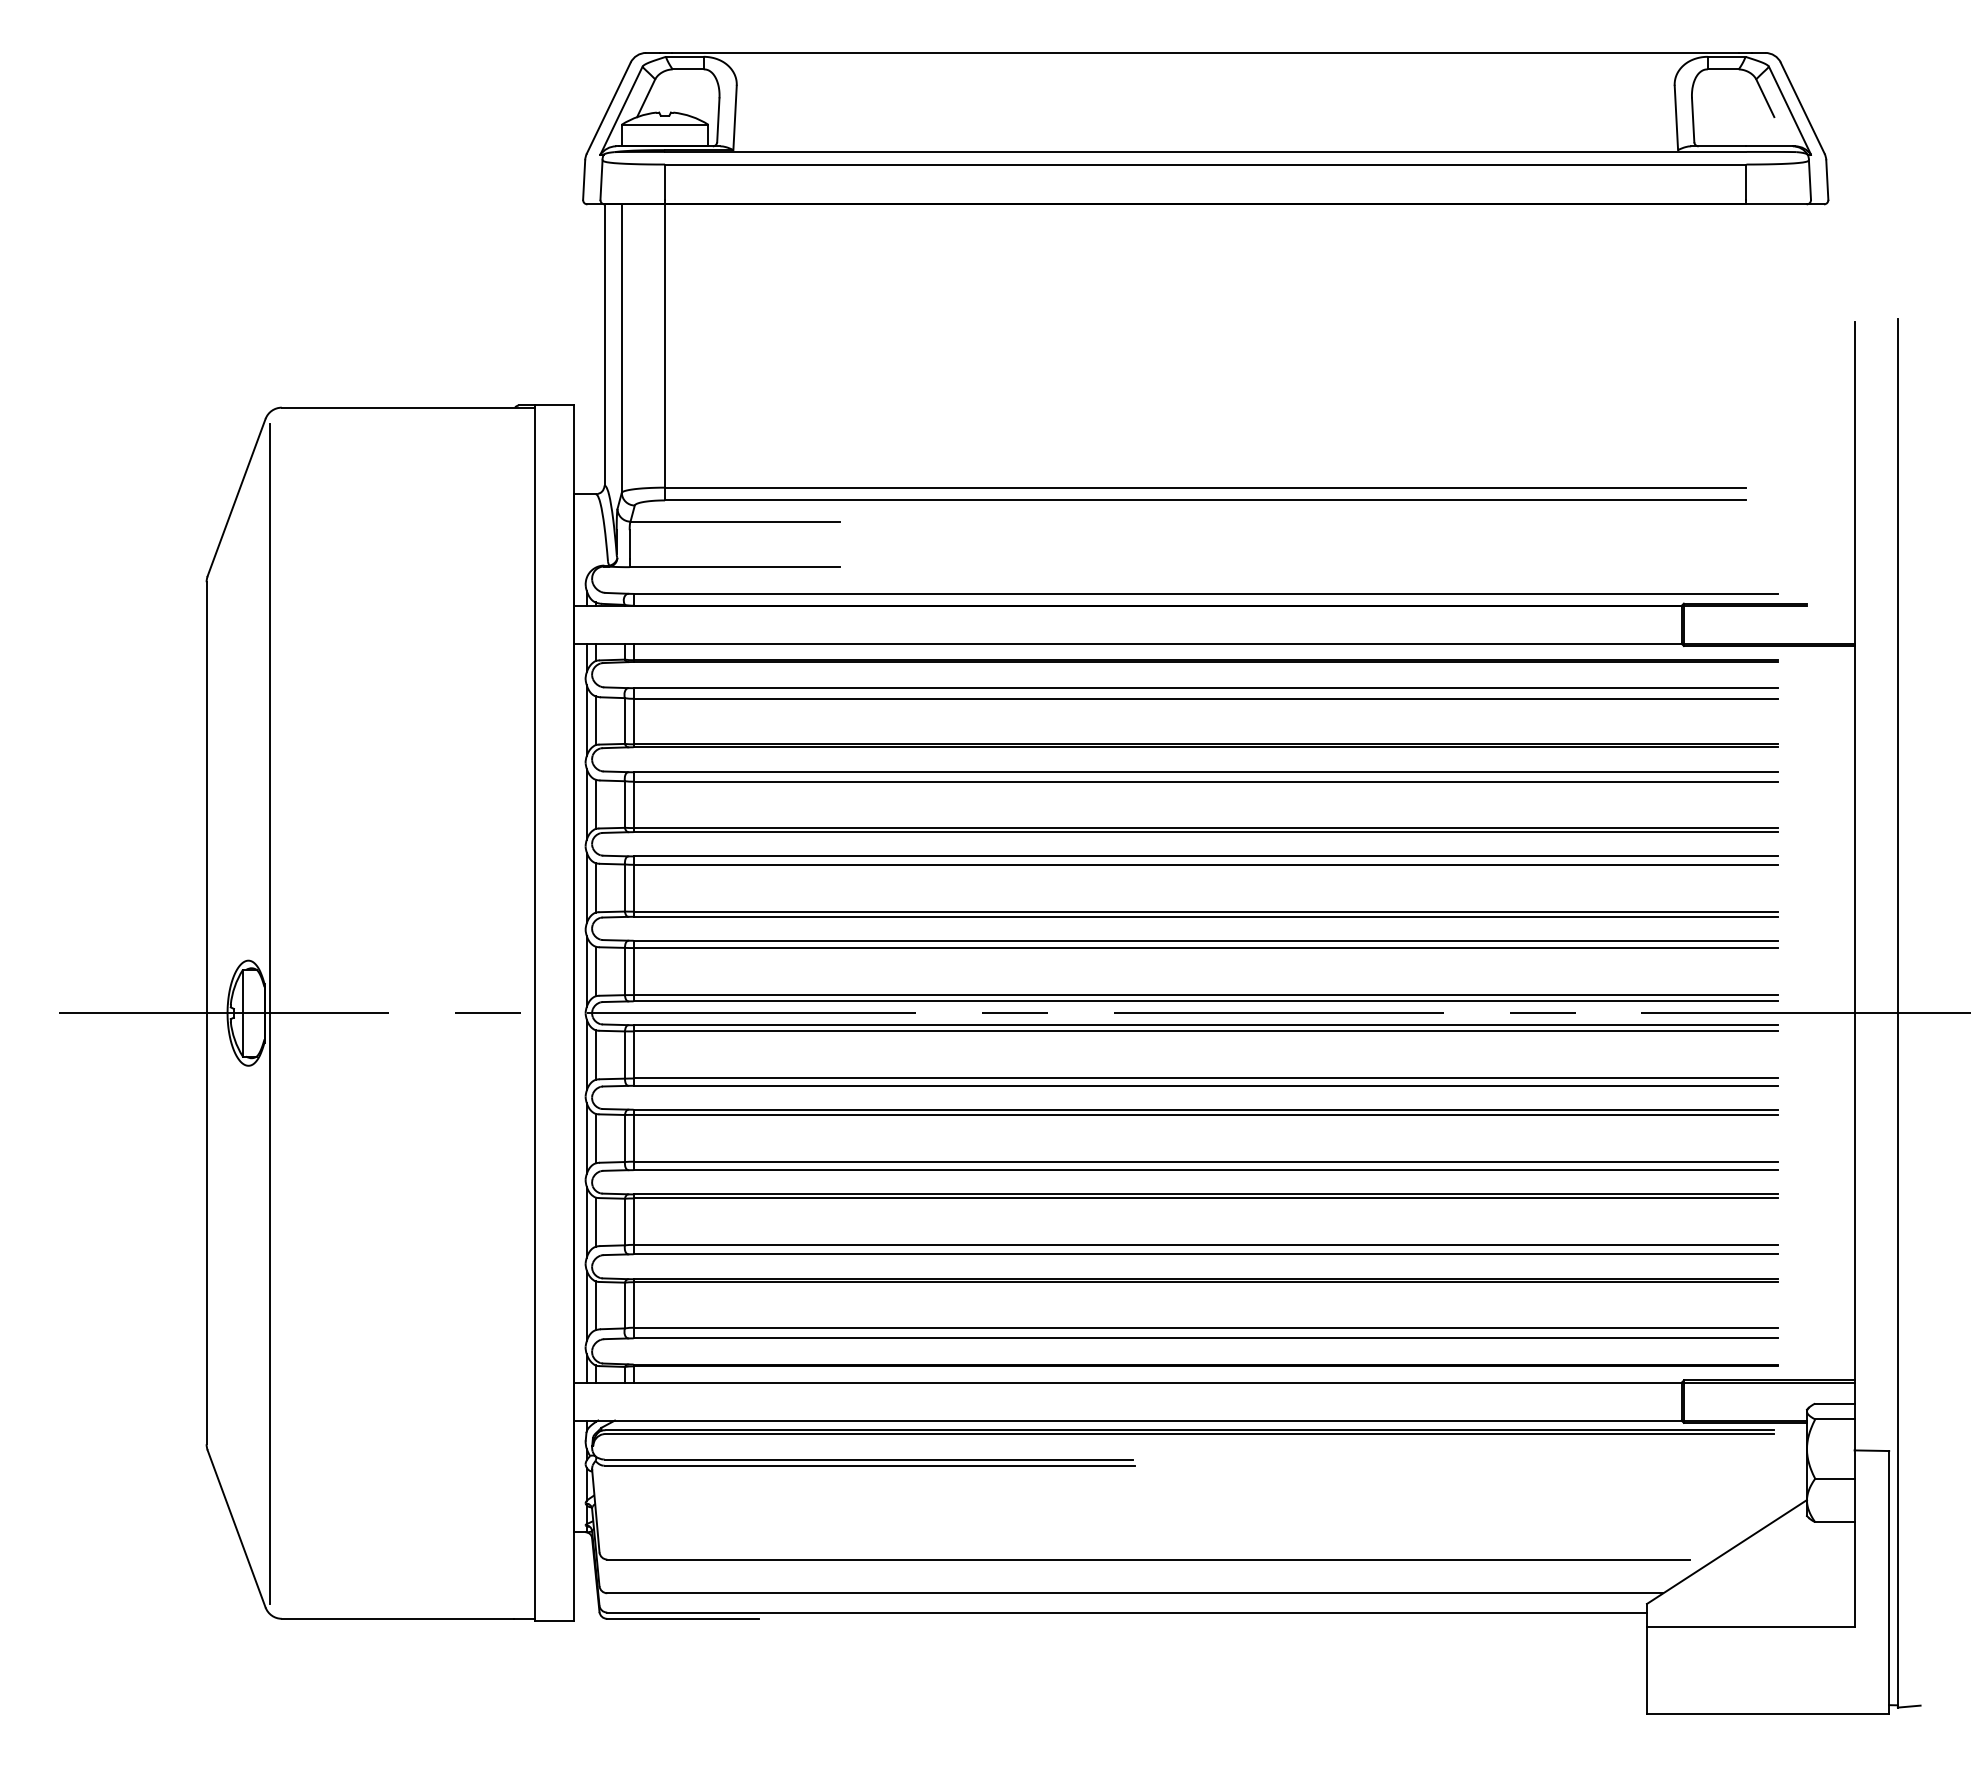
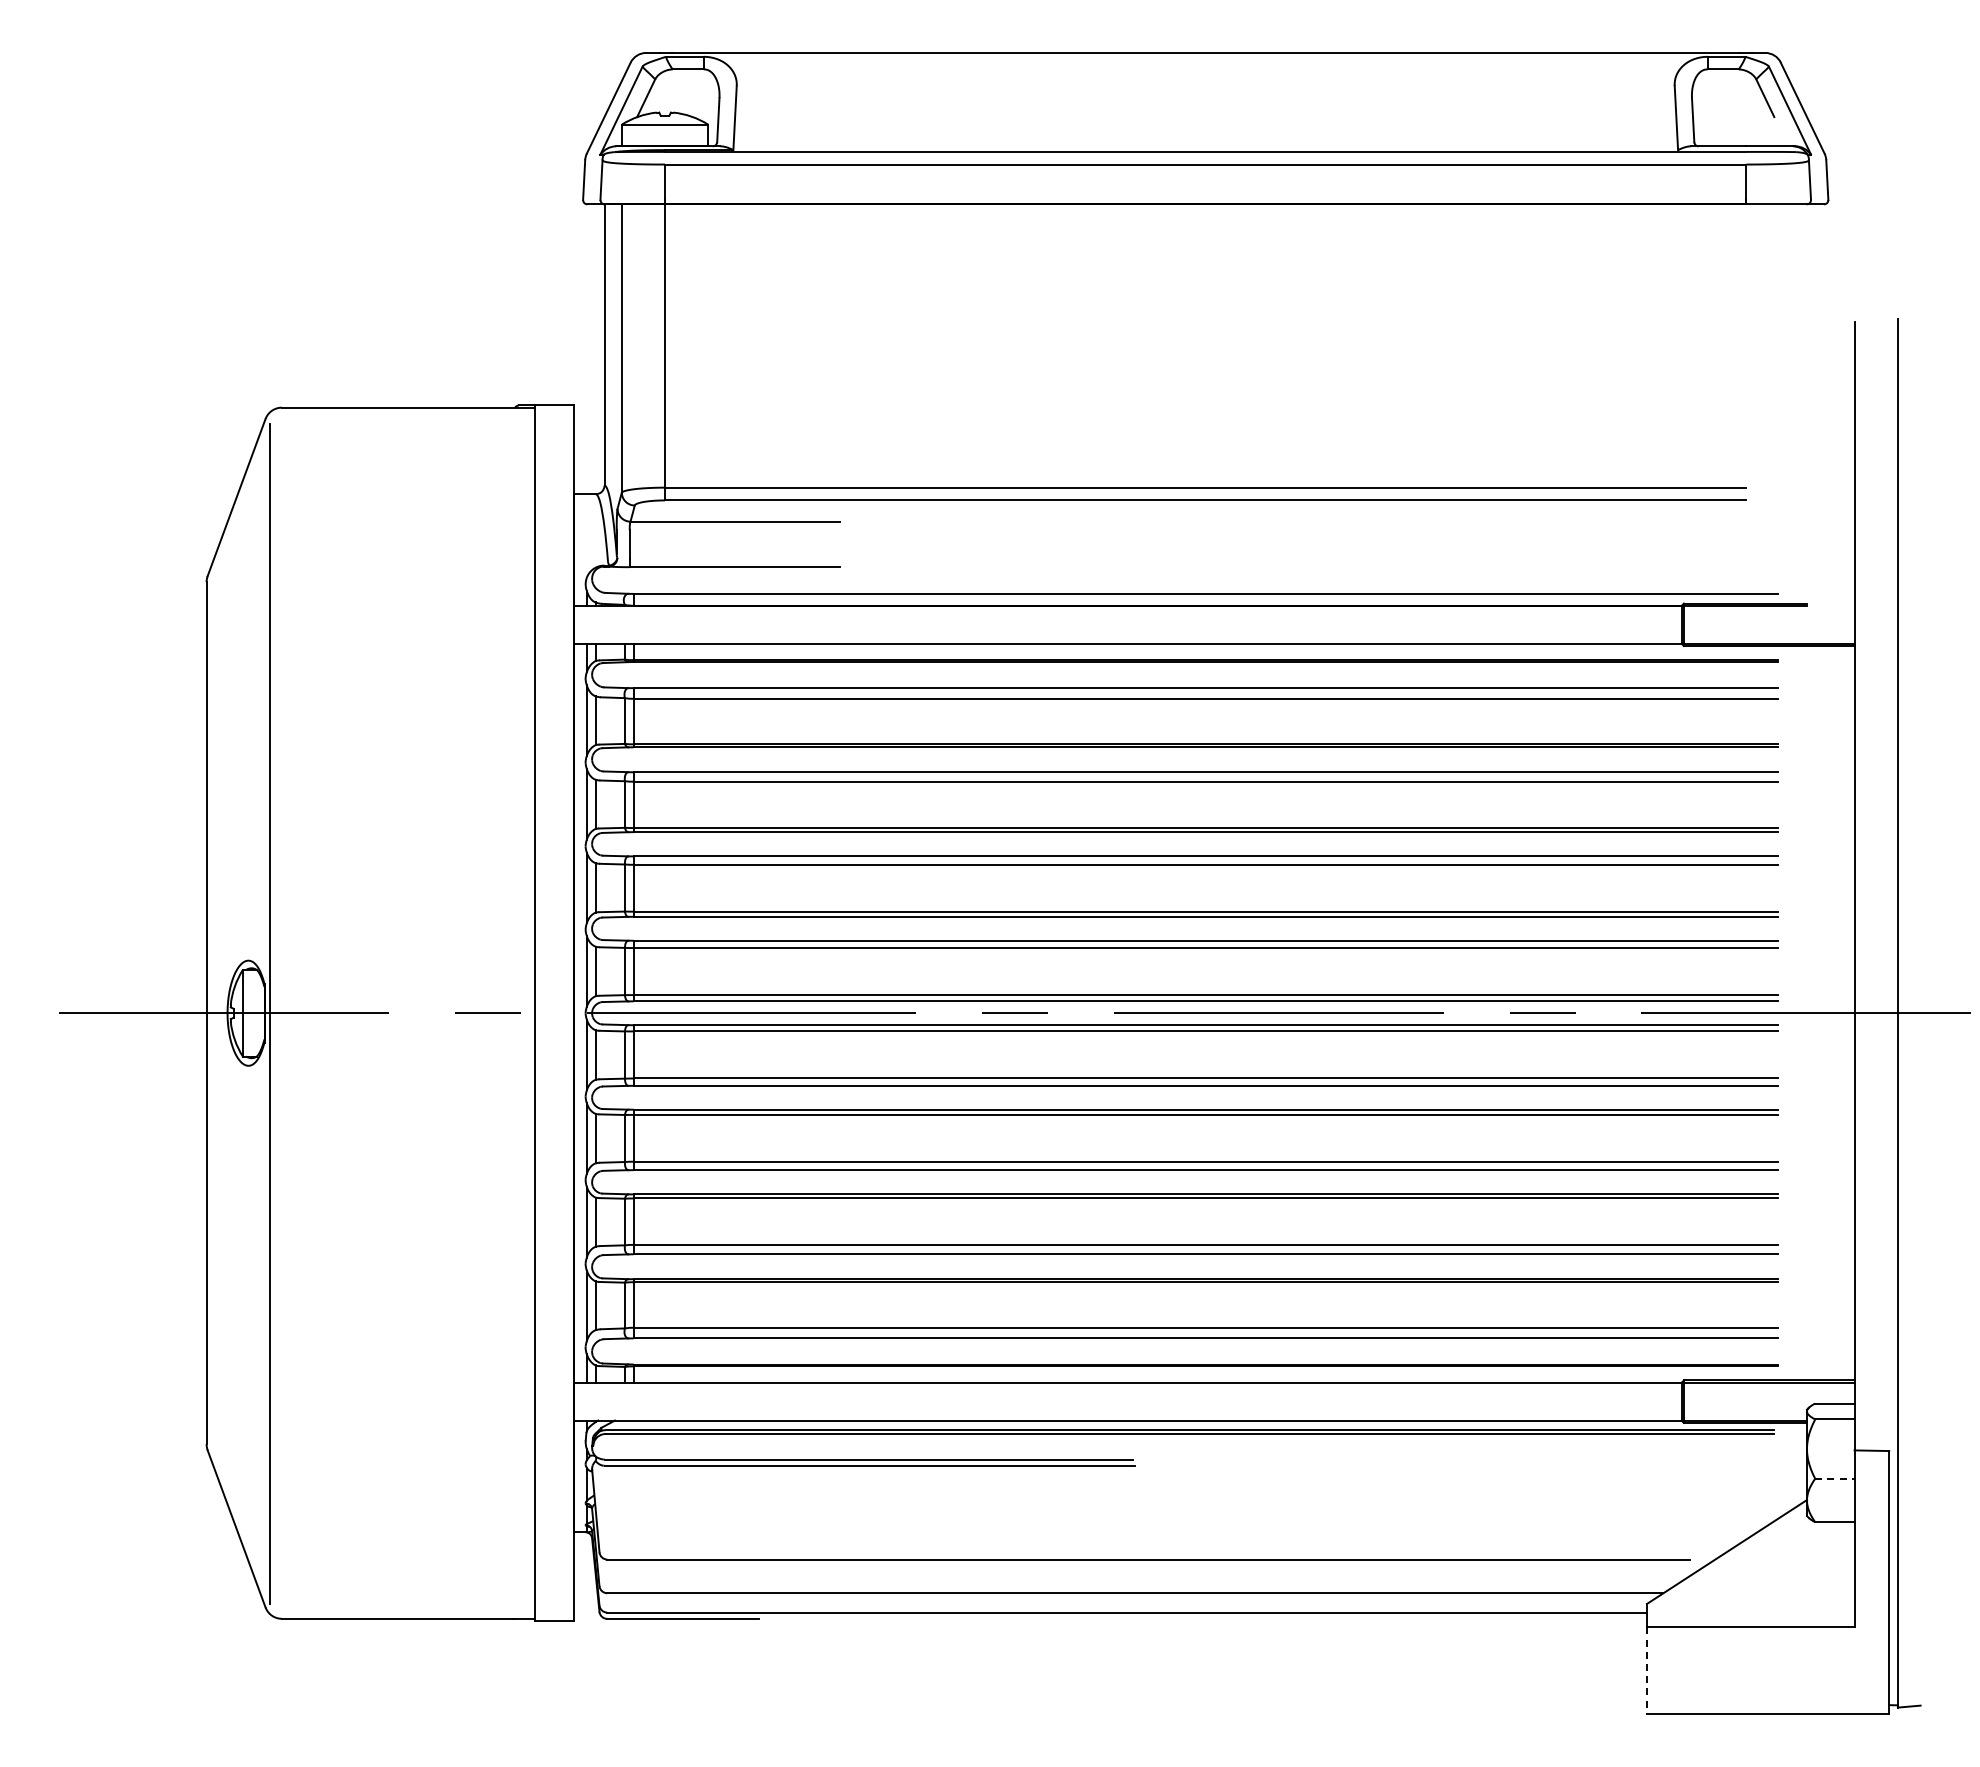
line at (1834, 1478): solid -> dashed
line at (1646, 1671): solid -> dashed
